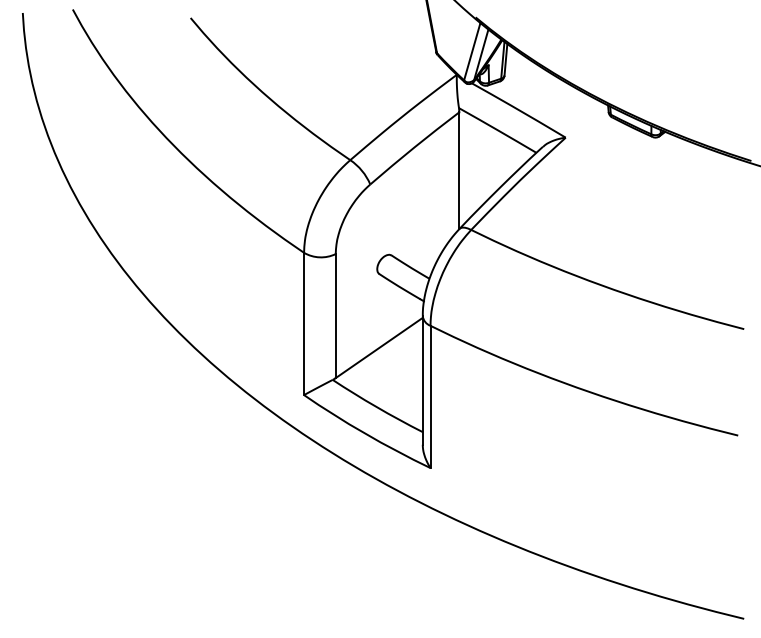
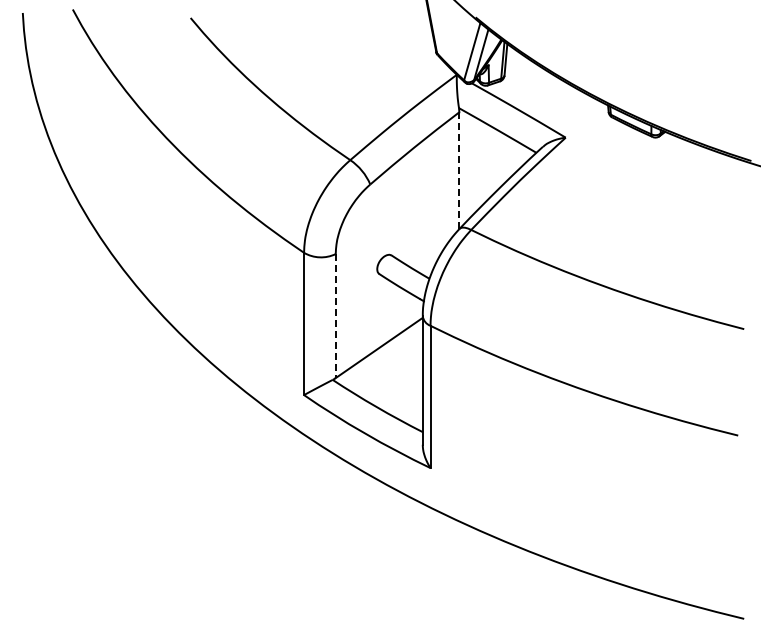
line at (459, 170): solid -> dashed
line at (335, 316): solid -> dashed
